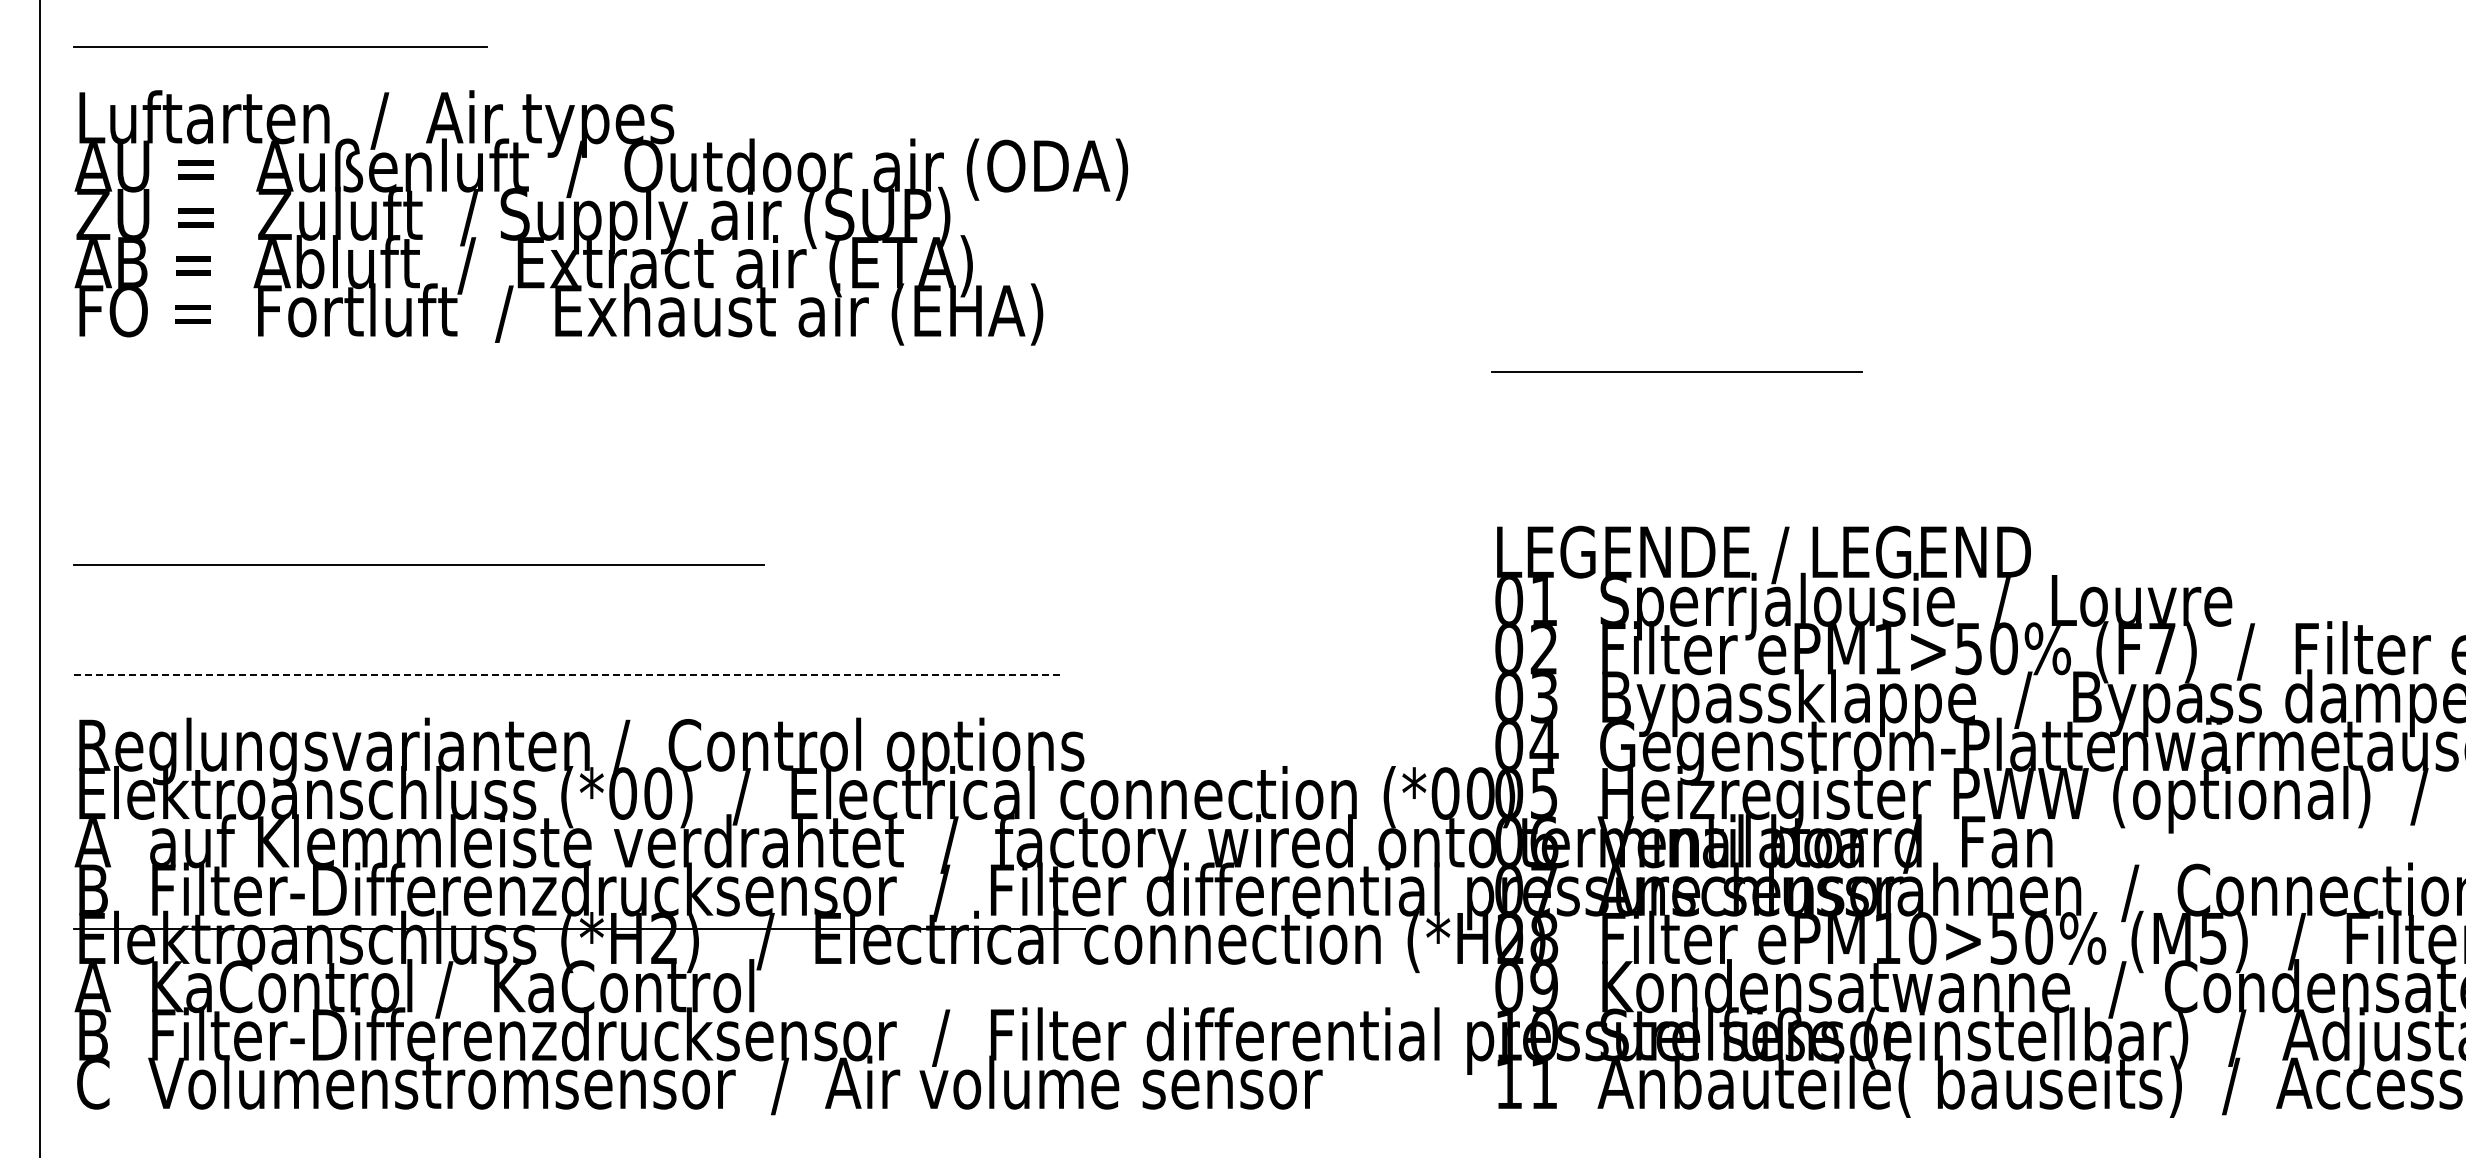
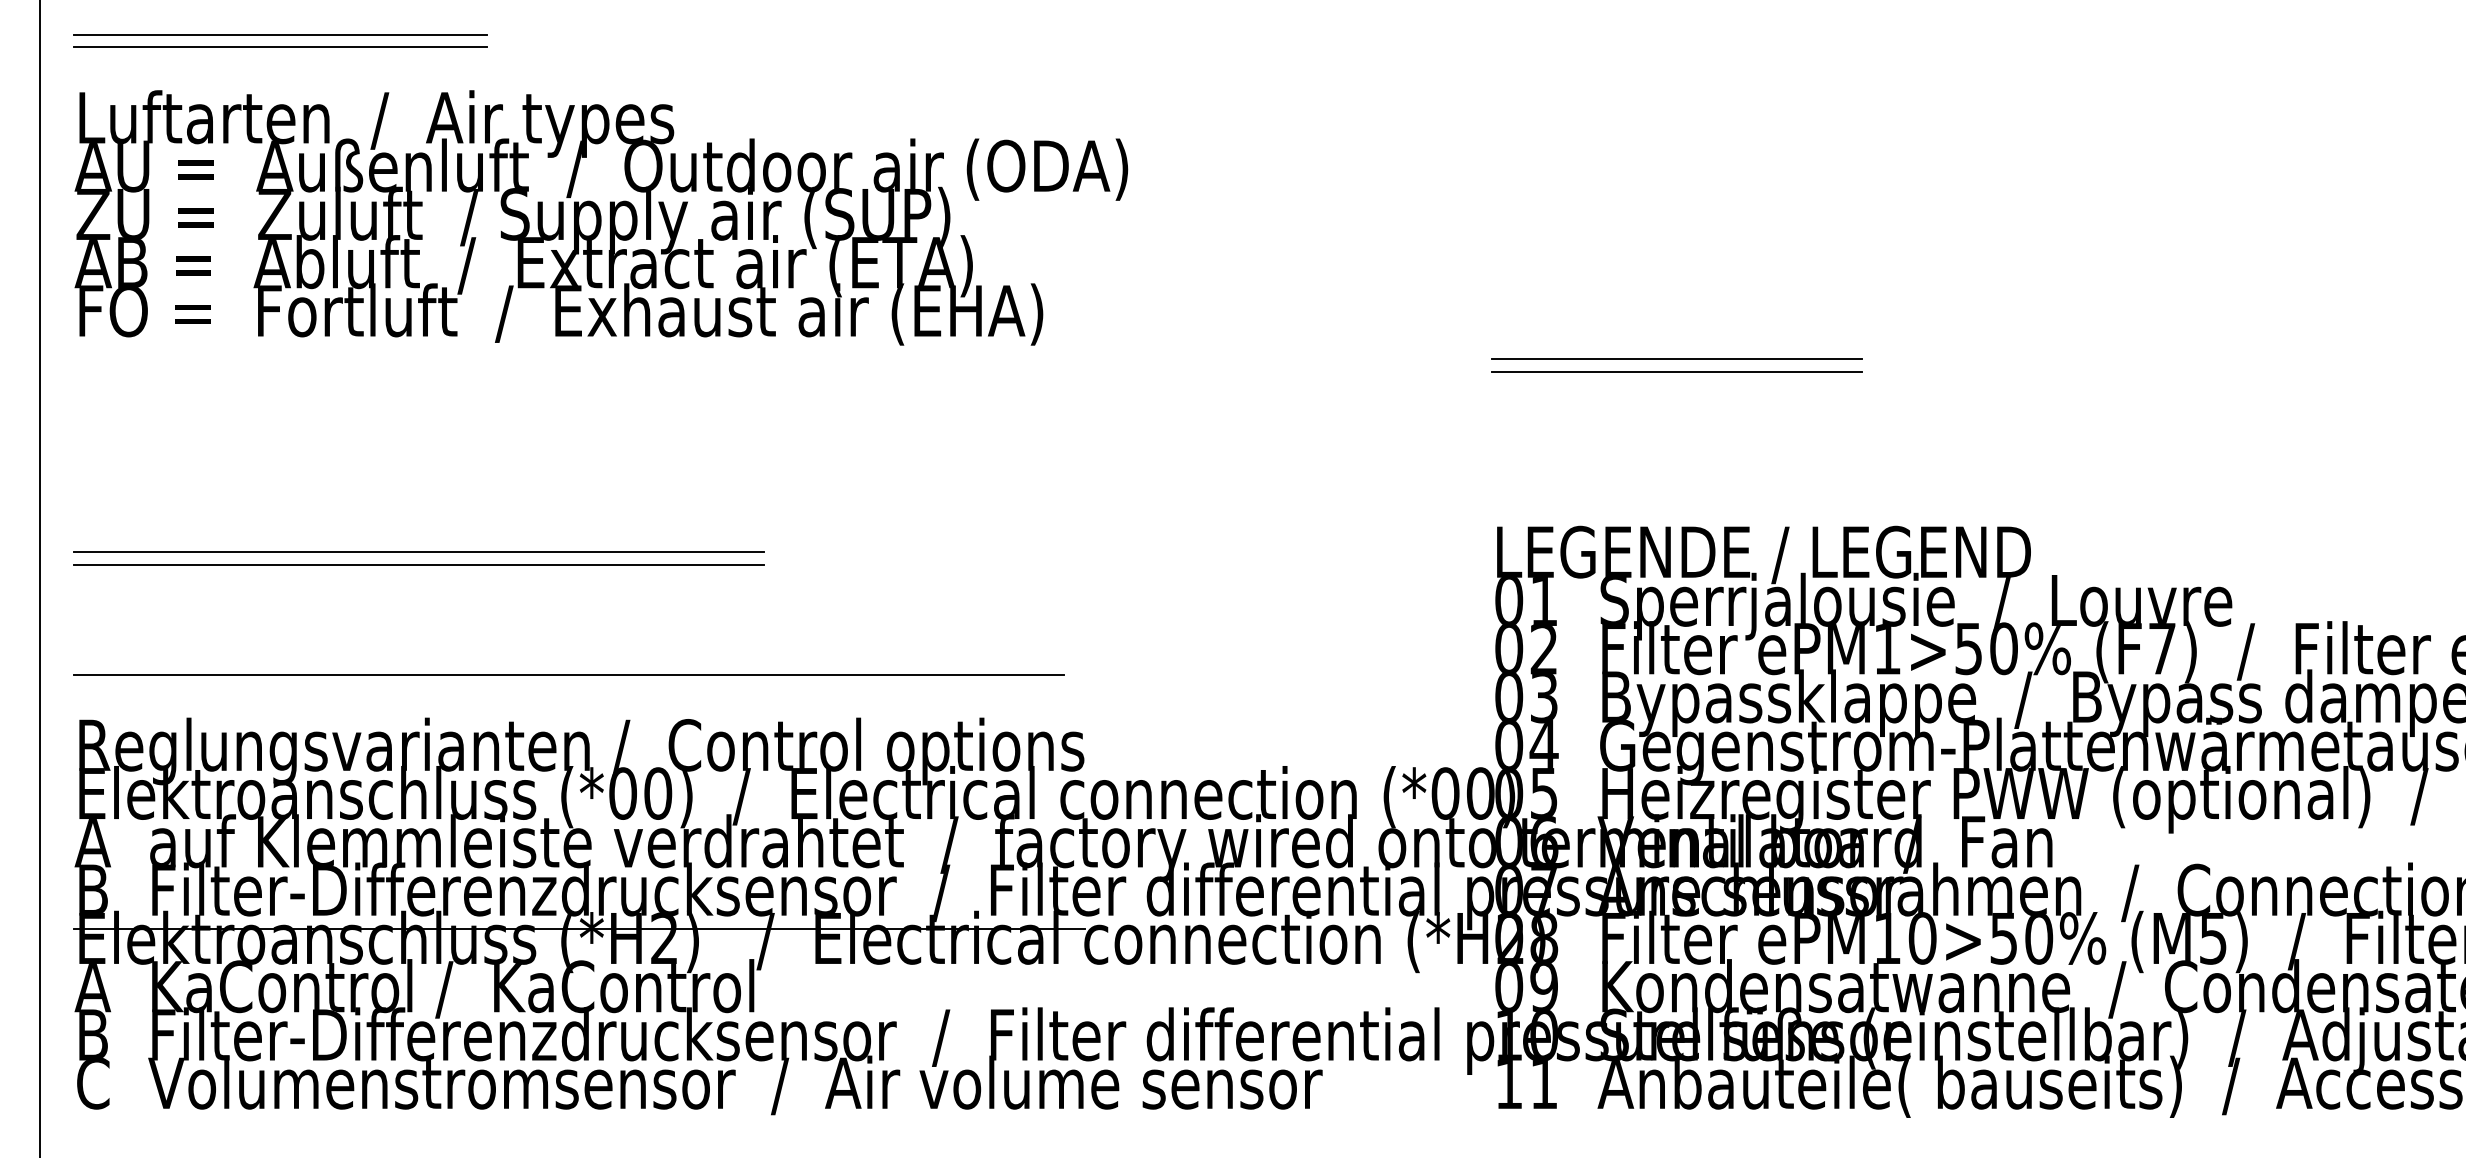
line at (280, 34): none -> present
line at (1676, 359): none -> present
line at (418, 552): none -> present
line at (568, 674): dashed -> solid
